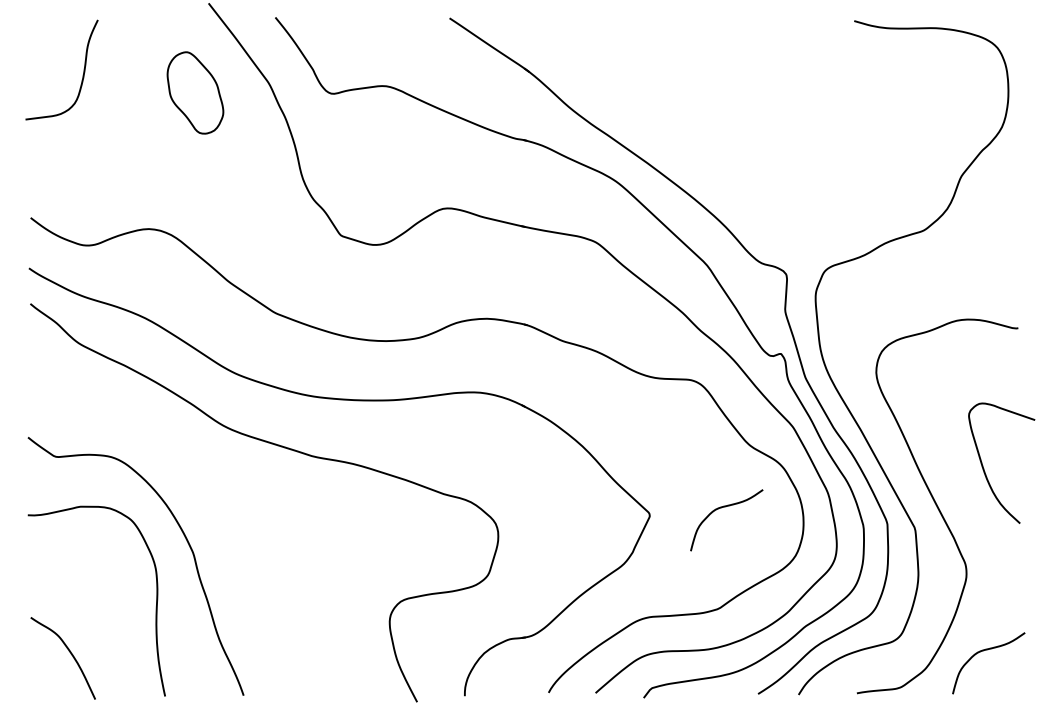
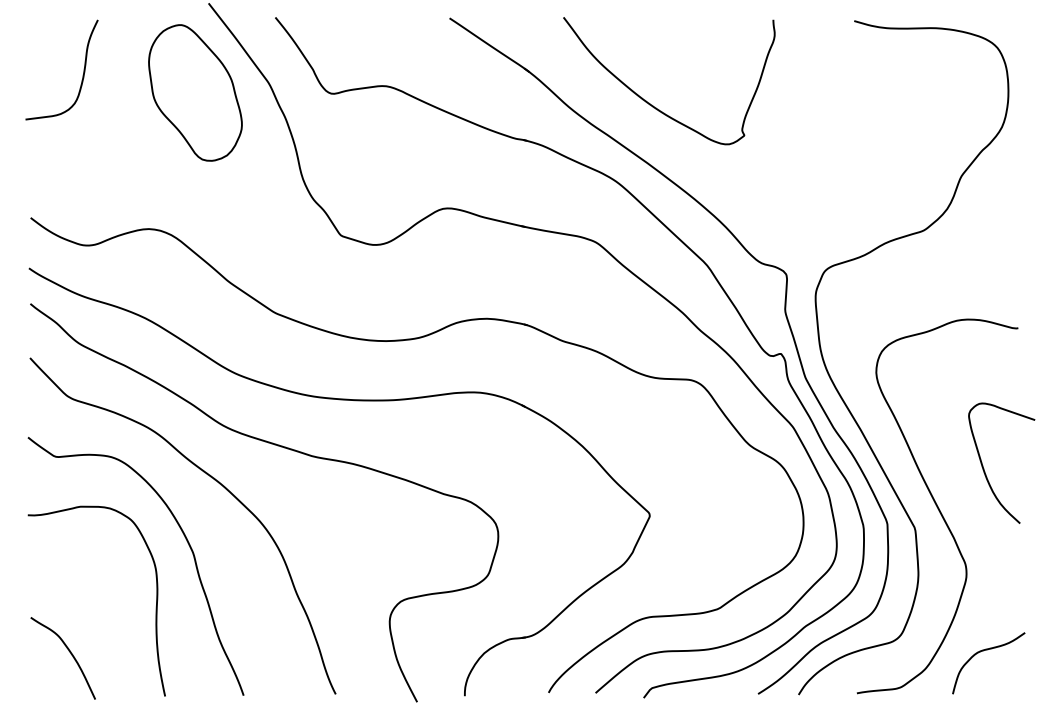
part at (195, 92) size: 59x84 px -> 95x138 px
curve at (653, 105): none -> present
curve at (214, 480): none -> present
curve at (721, 508): present -> none
